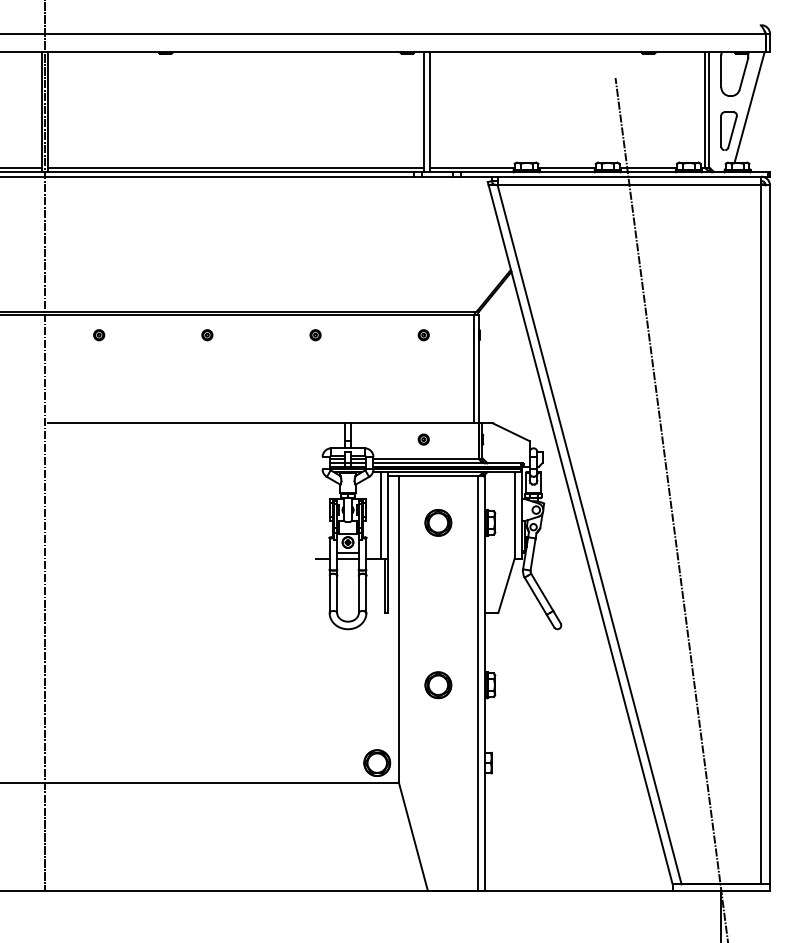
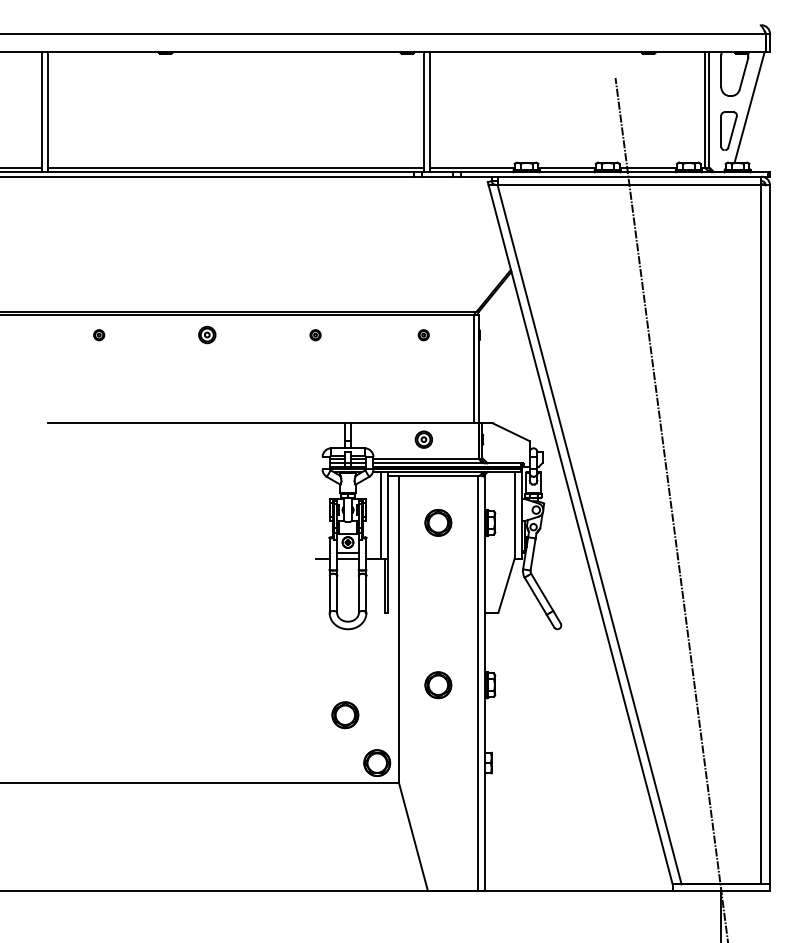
part at (207, 335) size: 13x13 px -> 19x20 px
part at (423, 439) size: 13x13 px -> 19x19 px
line at (45, 446): present -> none
part at (345, 715): none -> present
